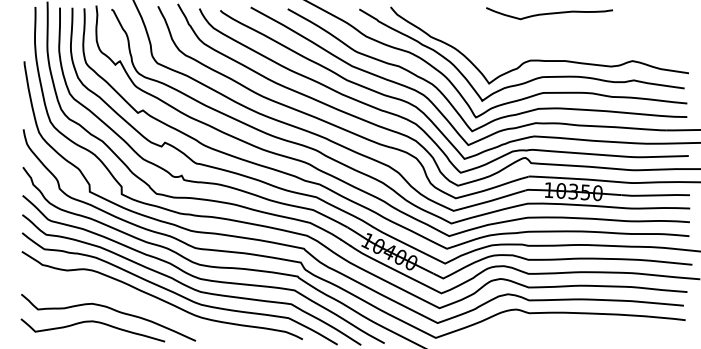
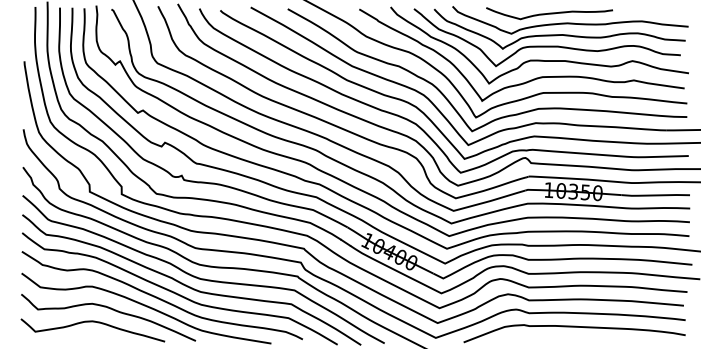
part at (550, 36): none -> present
curve at (146, 307): none -> present
curve at (574, 327): none -> present
